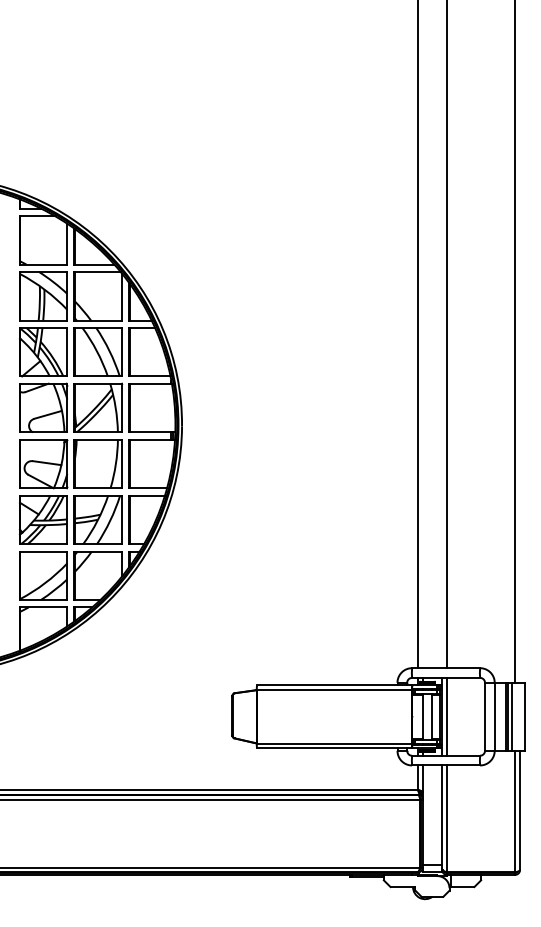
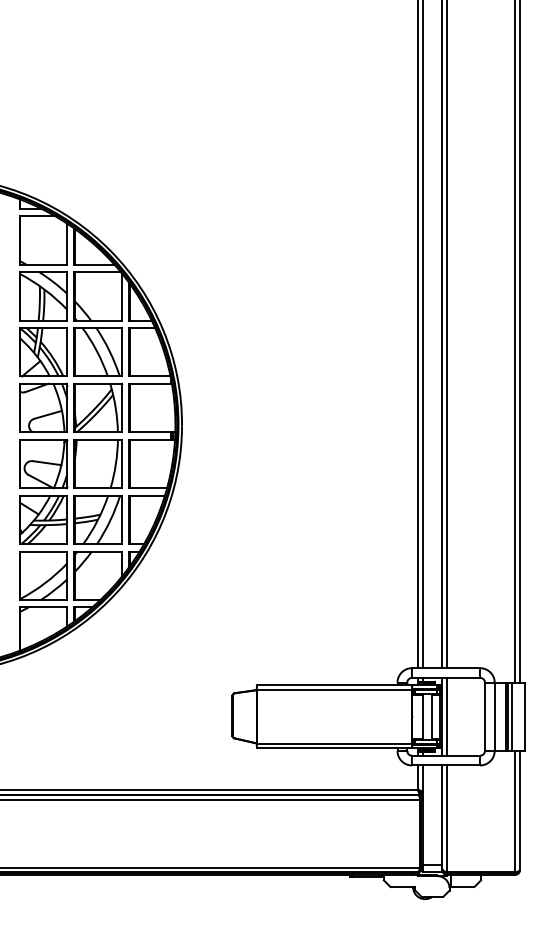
line at (422, 335): none -> present
line at (442, 335): none -> present
line at (520, 342): none -> present
